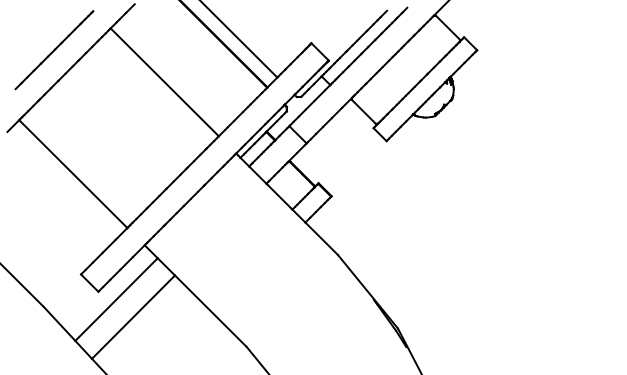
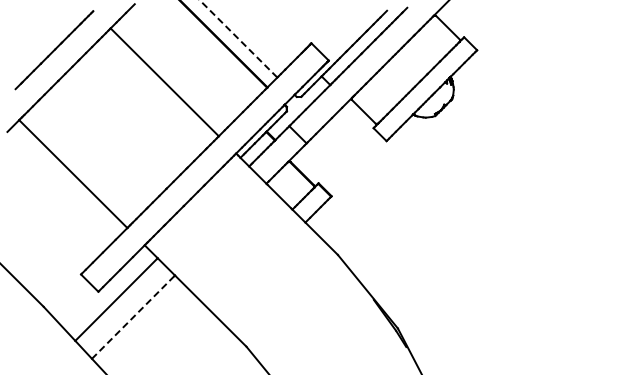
line at (238, 38): solid -> dashed
line at (132, 317): solid -> dashed
